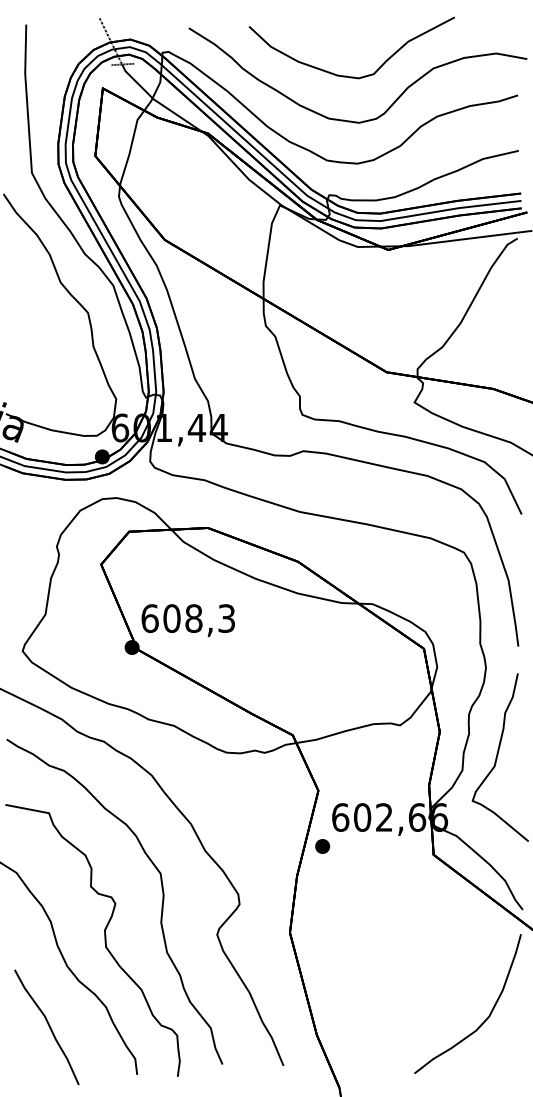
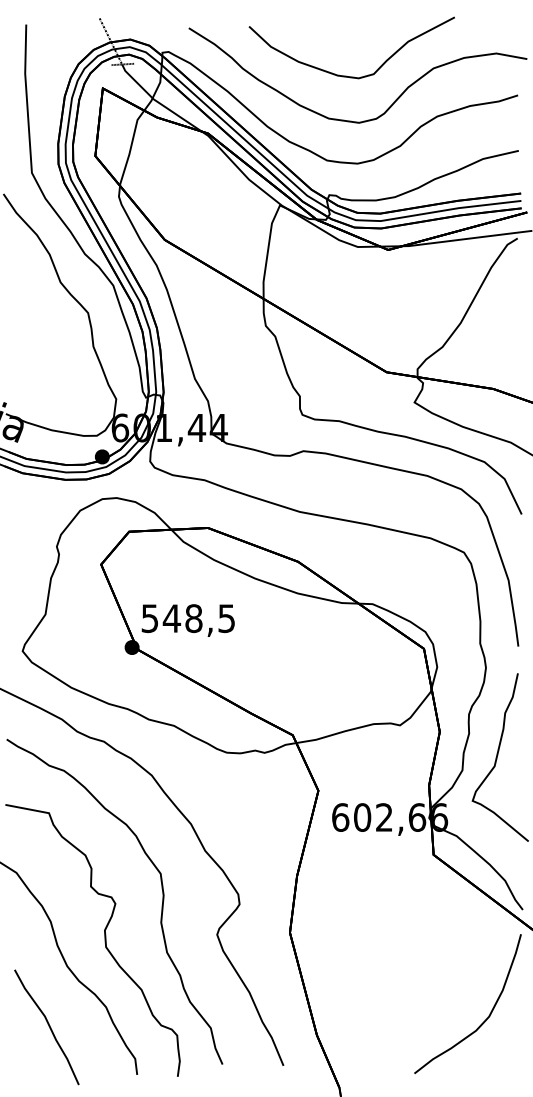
text at (187, 618): 608,3 -> 548,5
part at (322, 846): present -> none
